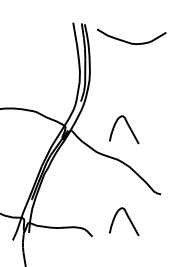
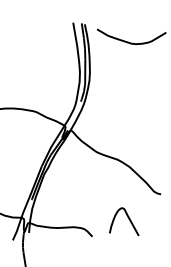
curve at (128, 127): present -> none
